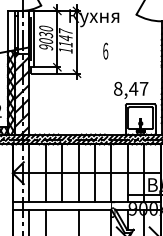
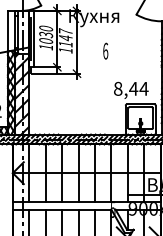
text at (46, 47): 9030 -> 1030
text at (143, 88): 8,47 -> 8,44
line at (62, 220): none -> present
line at (94, 220): none -> present
